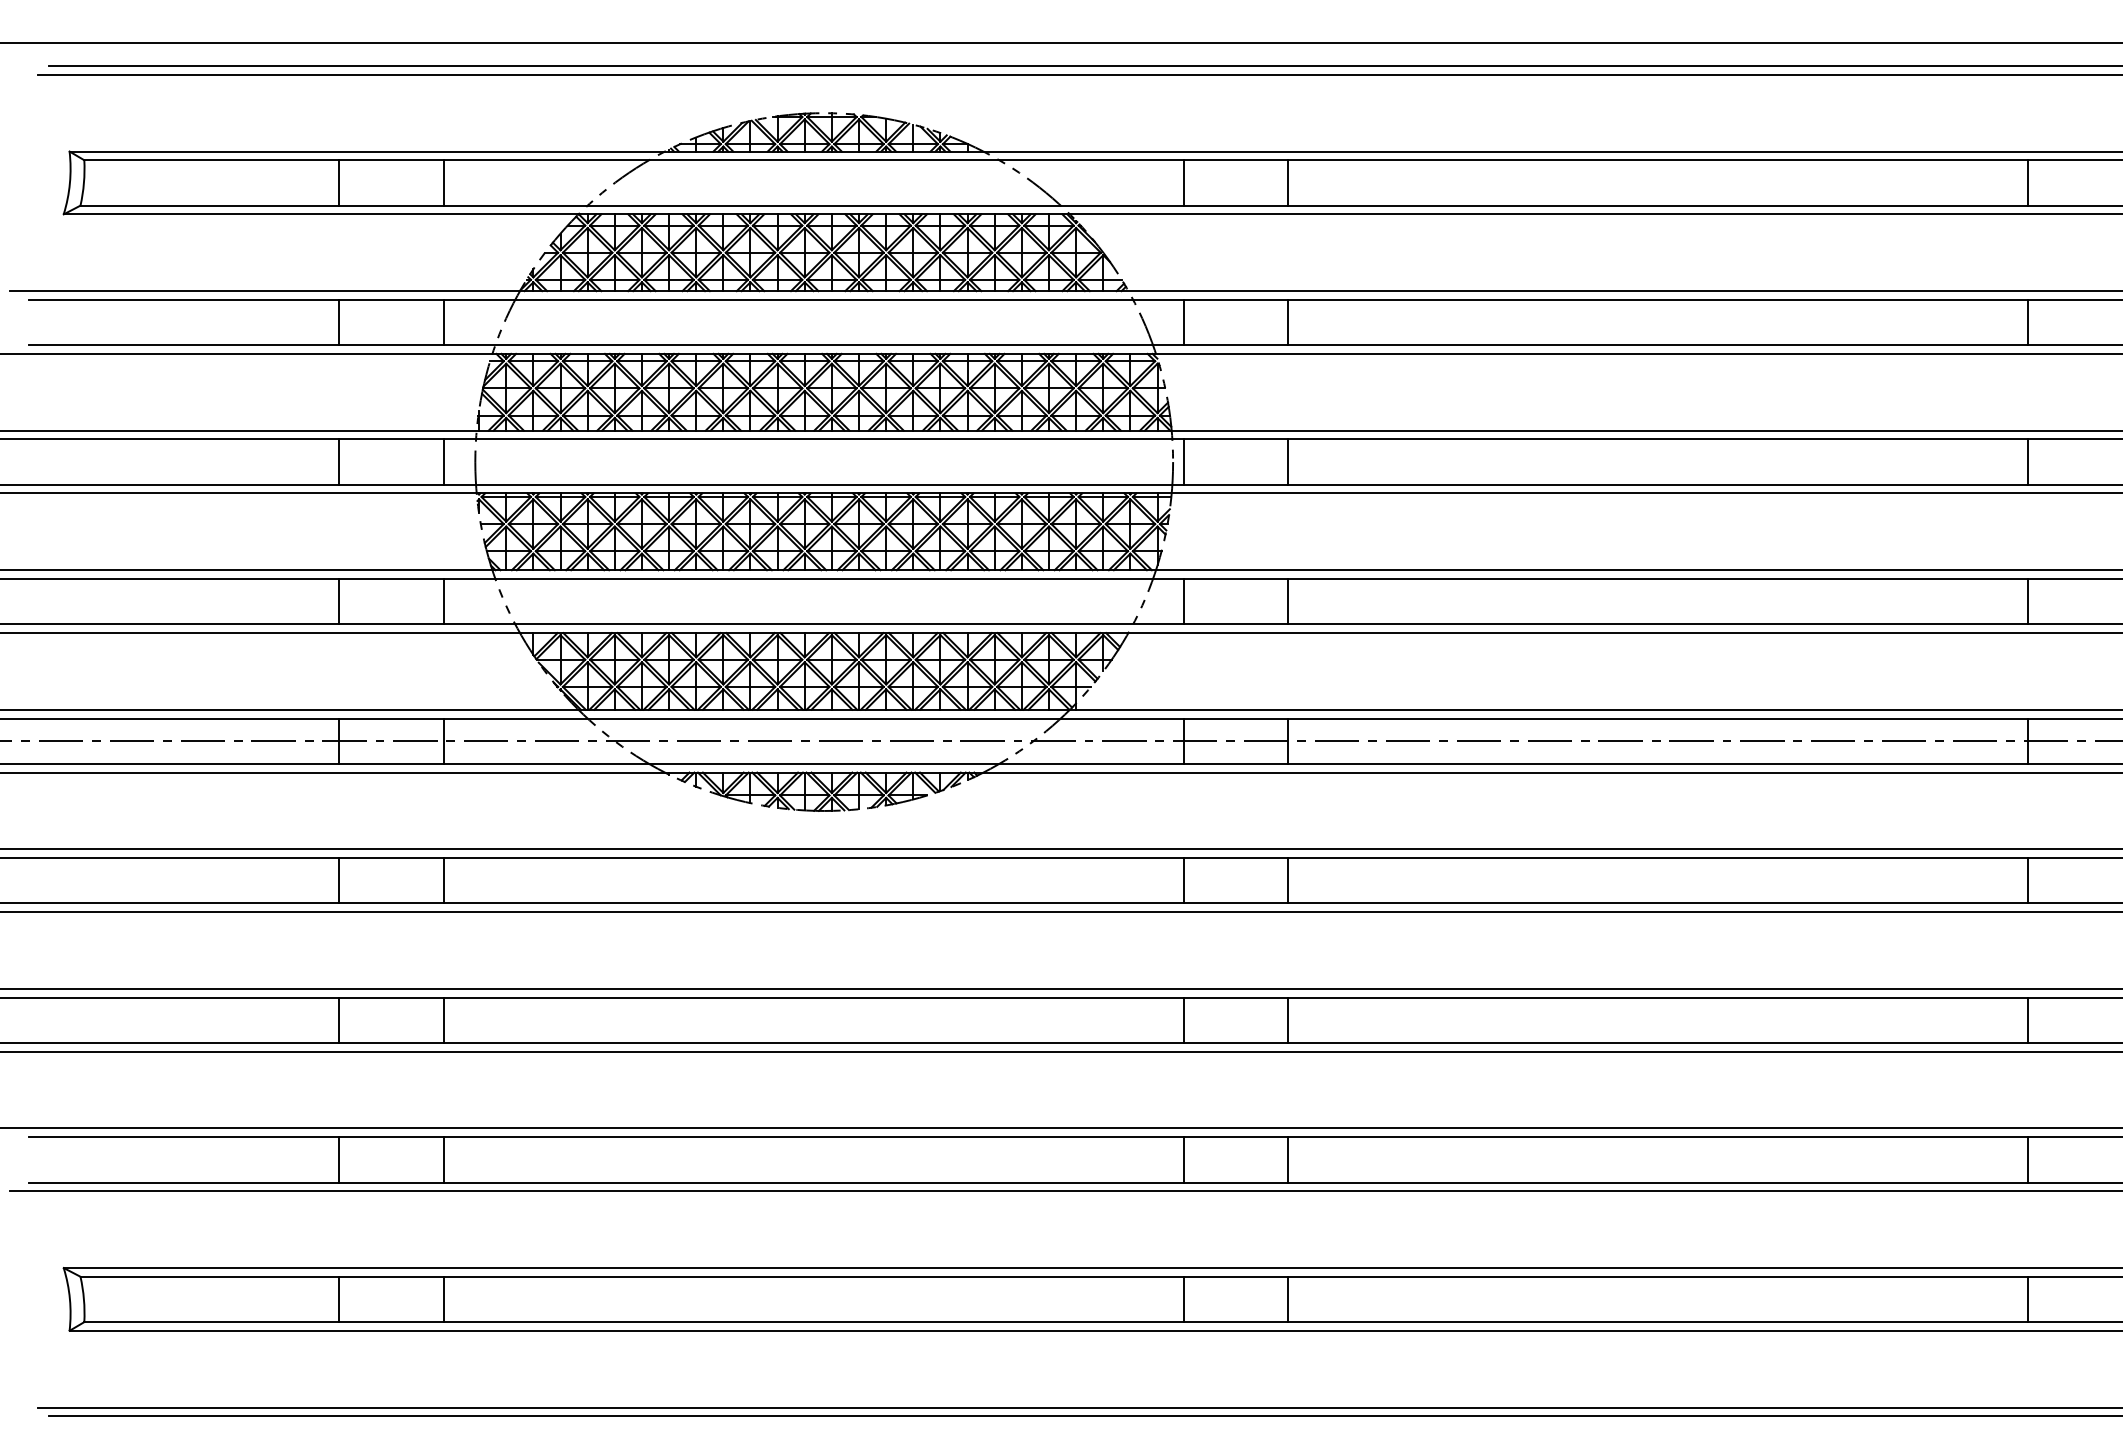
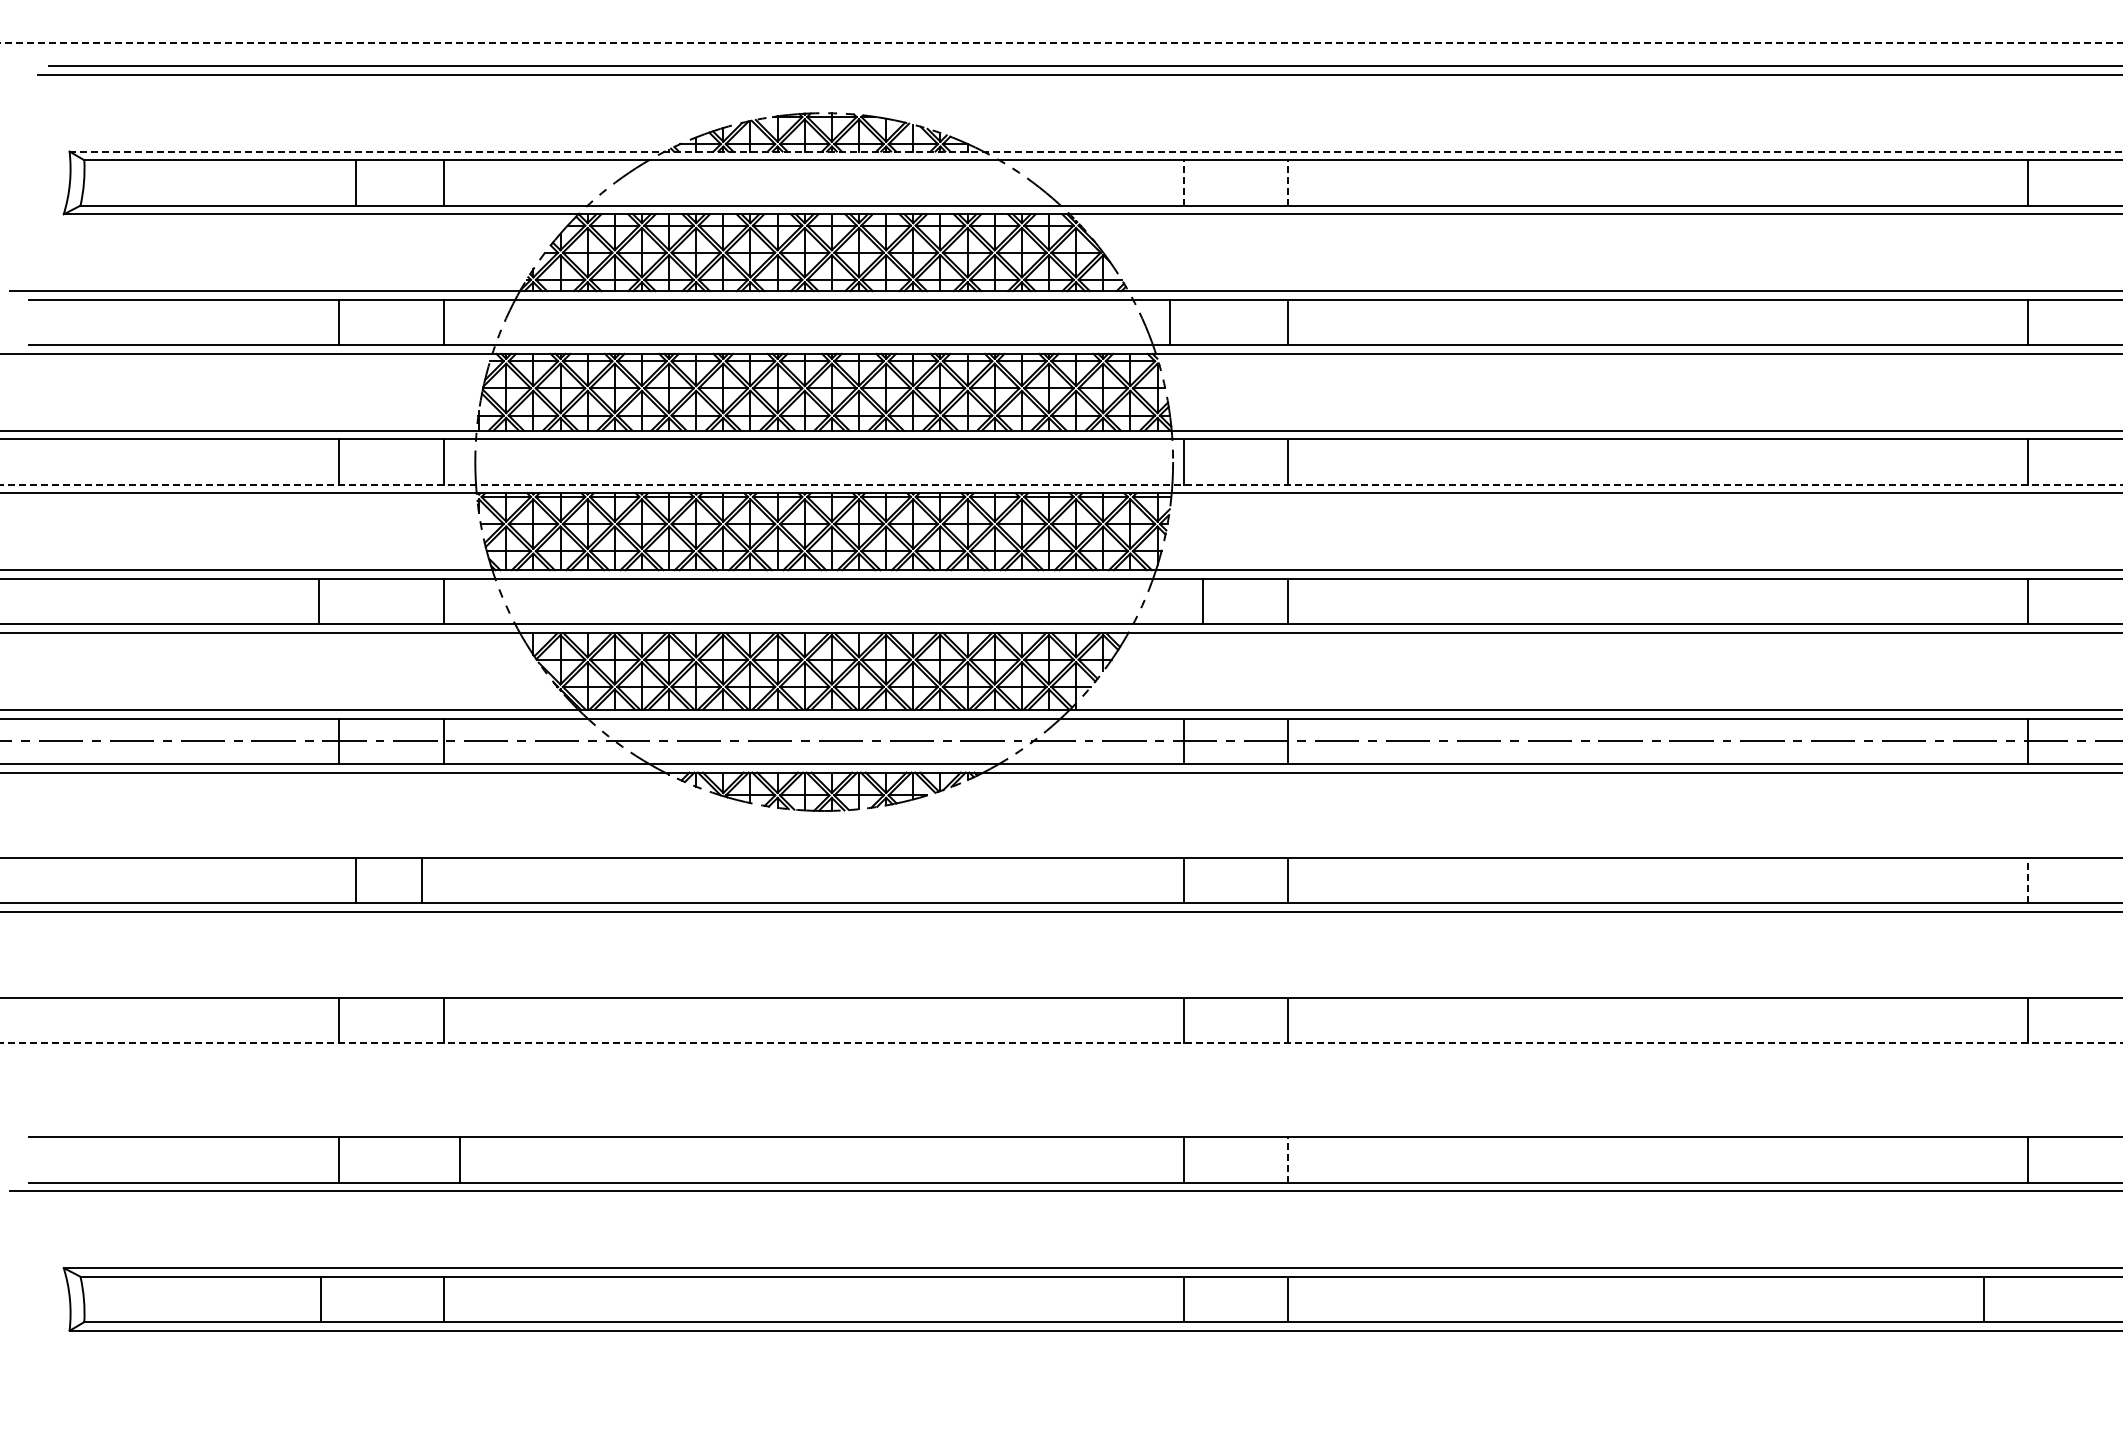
line at (1061, 43): solid -> dashed
line at (1095, 151): solid -> dashed
line at (339, 182) position: (339, 182) -> (356, 182)
line at (1183, 182): solid -> dashed
line at (1288, 182): solid -> dashed
line at (1183, 322) position: (1183, 322) -> (1169, 322)
line at (1061, 484): solid -> dashed
line at (339, 601) position: (339, 601) -> (319, 601)
line at (1183, 601) position: (1183, 601) -> (1202, 601)
line at (1060, 849): present -> none
line at (339, 880) position: (339, 880) -> (356, 880)
line at (443, 880) position: (443, 880) -> (421, 880)
line at (2027, 880): solid -> dashed
line at (1060, 988): present -> none
line at (1061, 1042): solid -> dashed
line at (1060, 1051): present -> none
line at (1060, 1128): present -> none
line at (443, 1159) position: (443, 1159) -> (459, 1159)
line at (1288, 1159): solid -> dashed
line at (339, 1299) position: (339, 1299) -> (321, 1299)
line at (2027, 1299) position: (2027, 1299) -> (1983, 1299)
line at (1078, 1407): present -> none
line at (1084, 1416): present -> none
